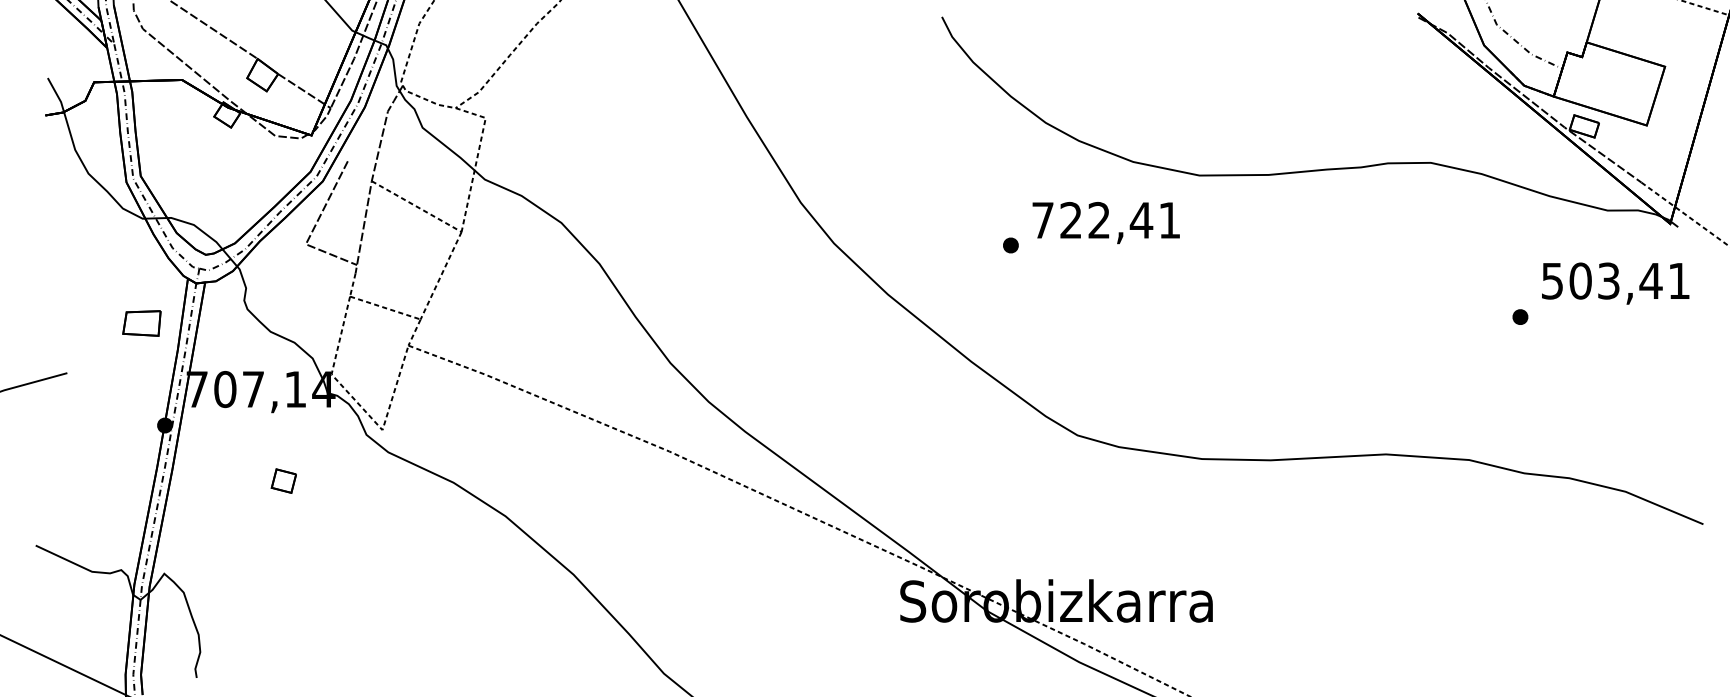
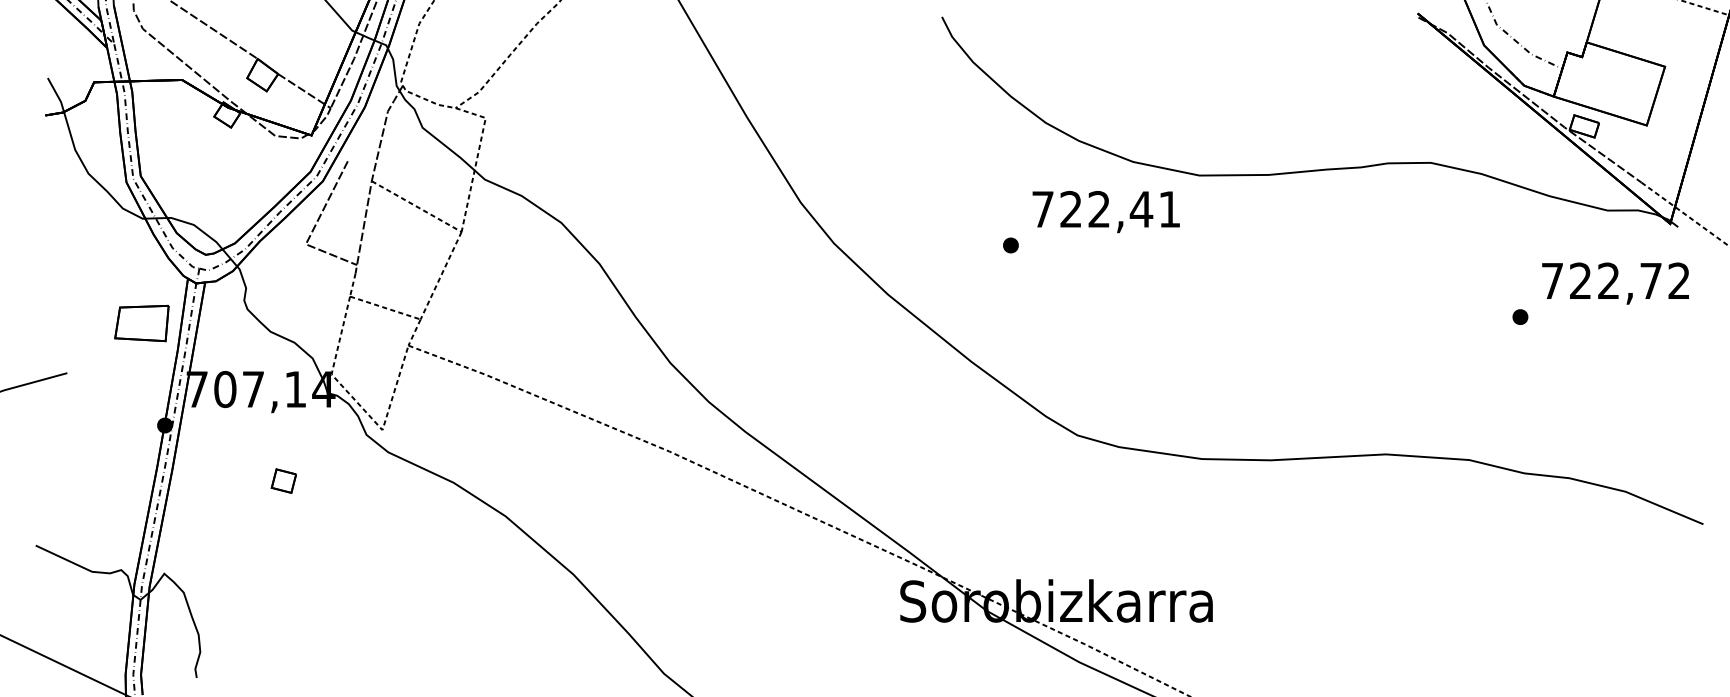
text at (1105, 223) position: (1105, 223) -> (1105, 212)
text at (1615, 280): 503,41 -> 722,72
part at (141, 323) size: 40x27 px -> 56x39 px
